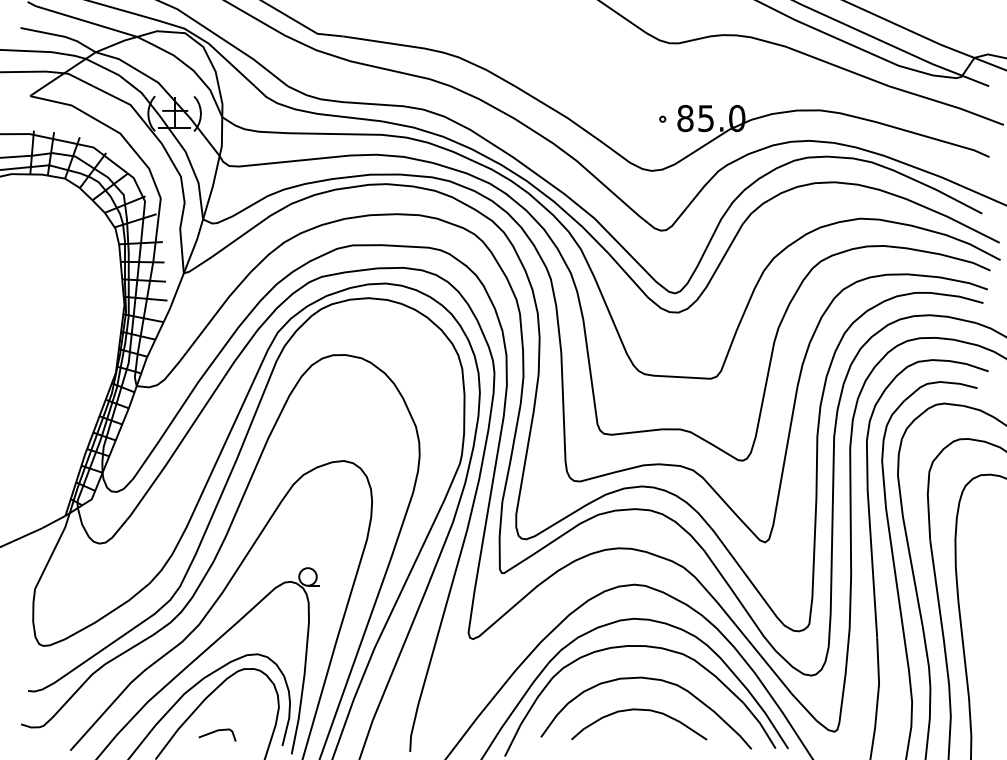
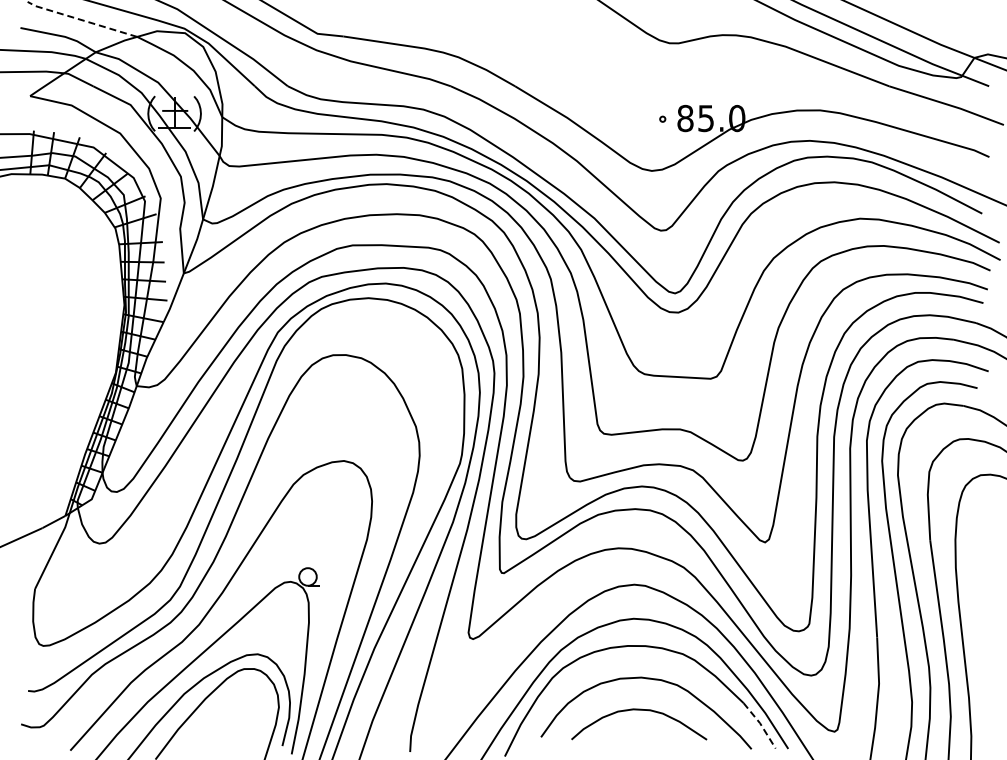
line at (80, 19): solid -> dashed
line at (761, 724): solid -> dashed
line at (215, 732): present -> none
